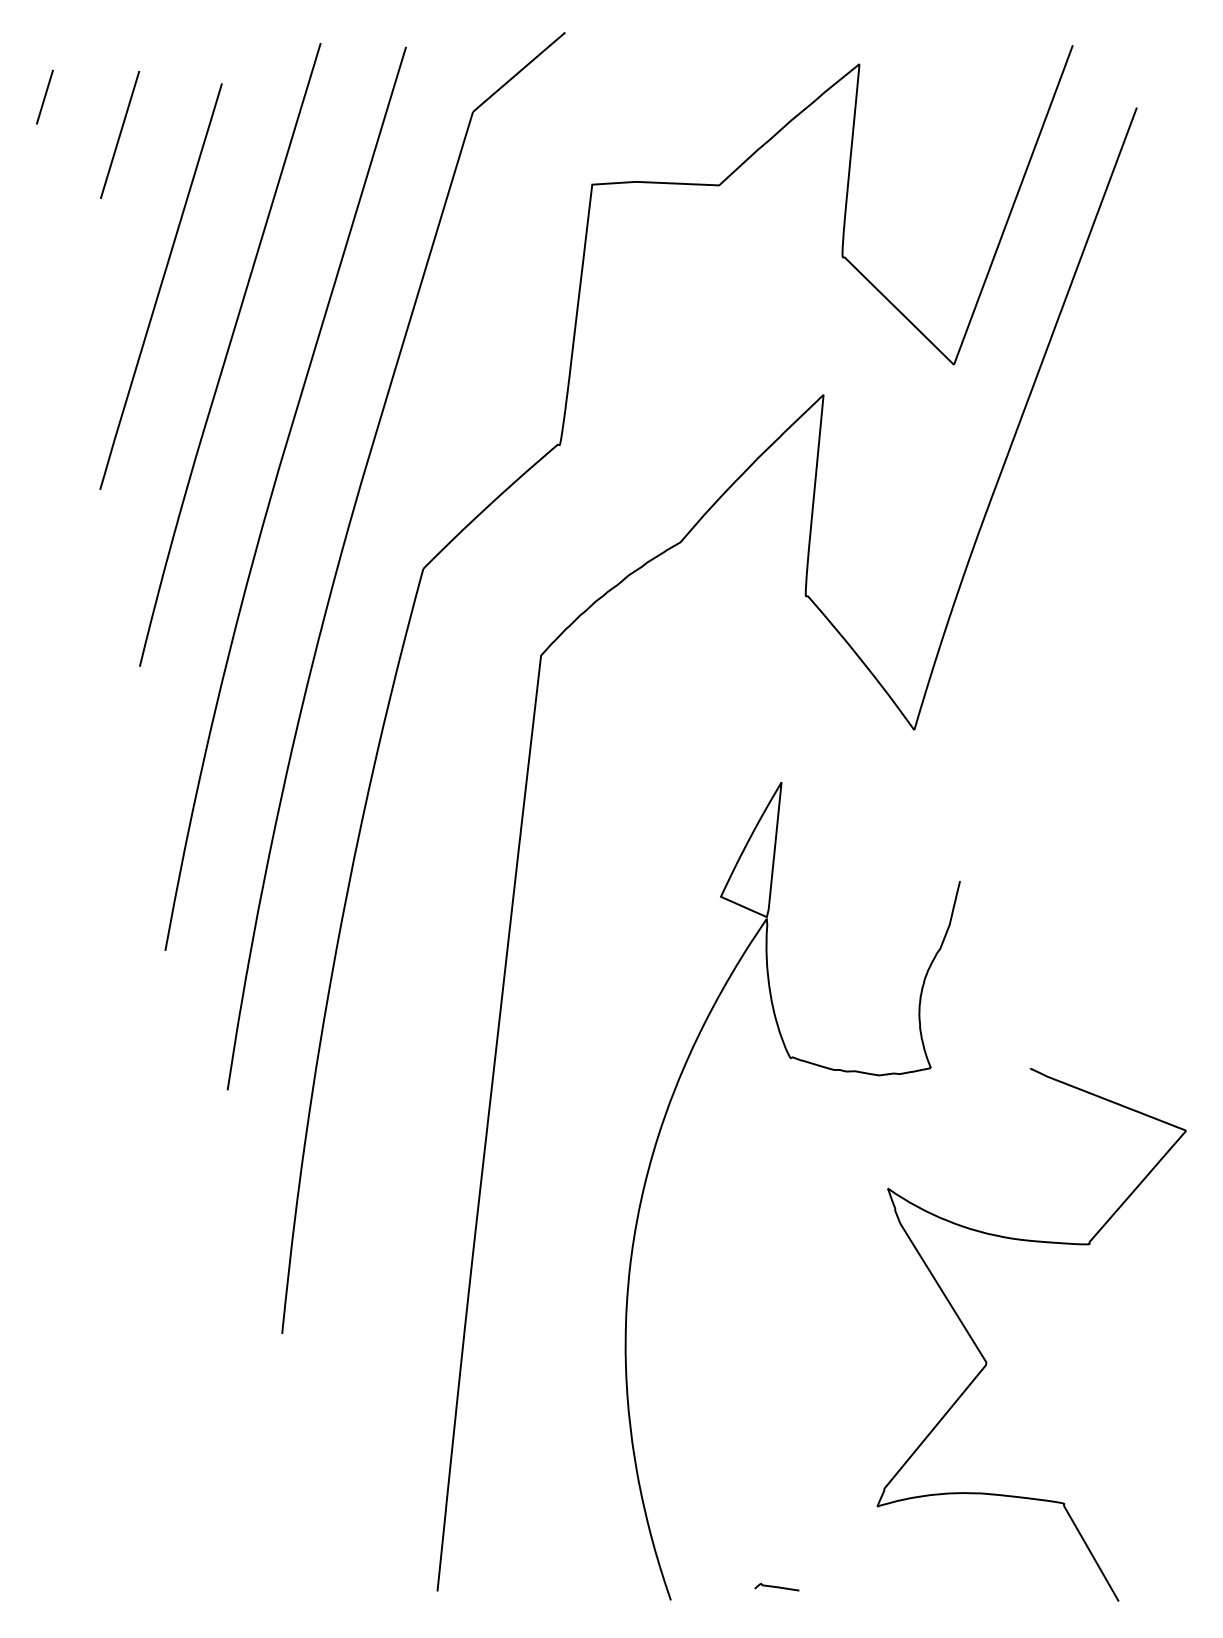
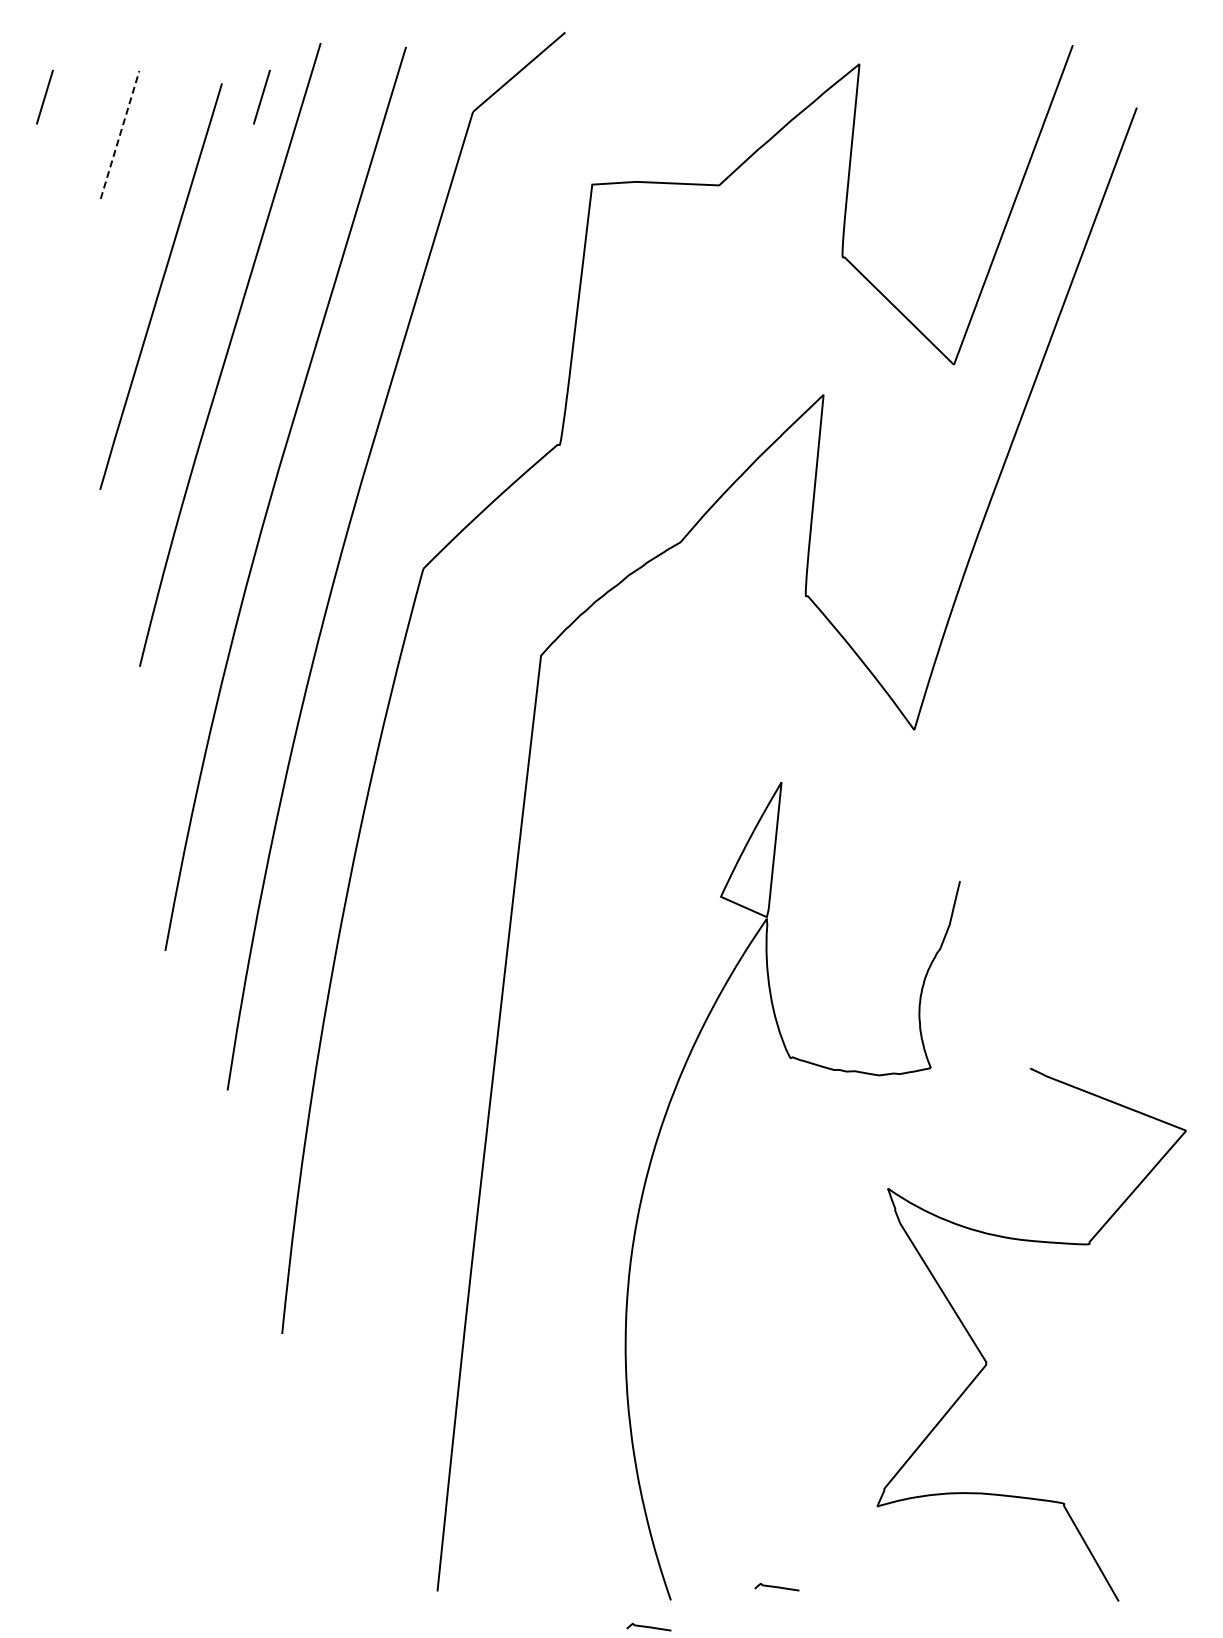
line at (261, 96): none -> present
line at (120, 134): solid -> dashed
curve at (648, 1626): none -> present
